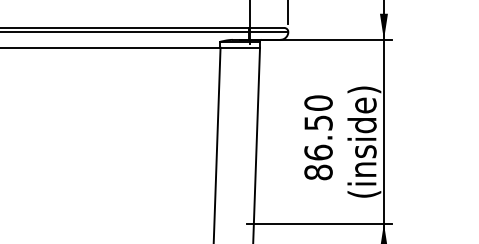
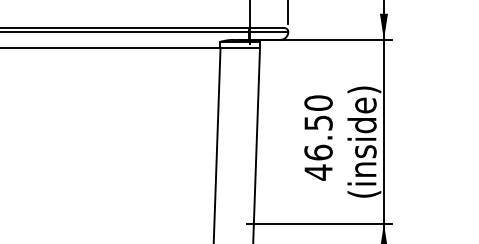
text at (318, 172): 86.50 -> 46.50
